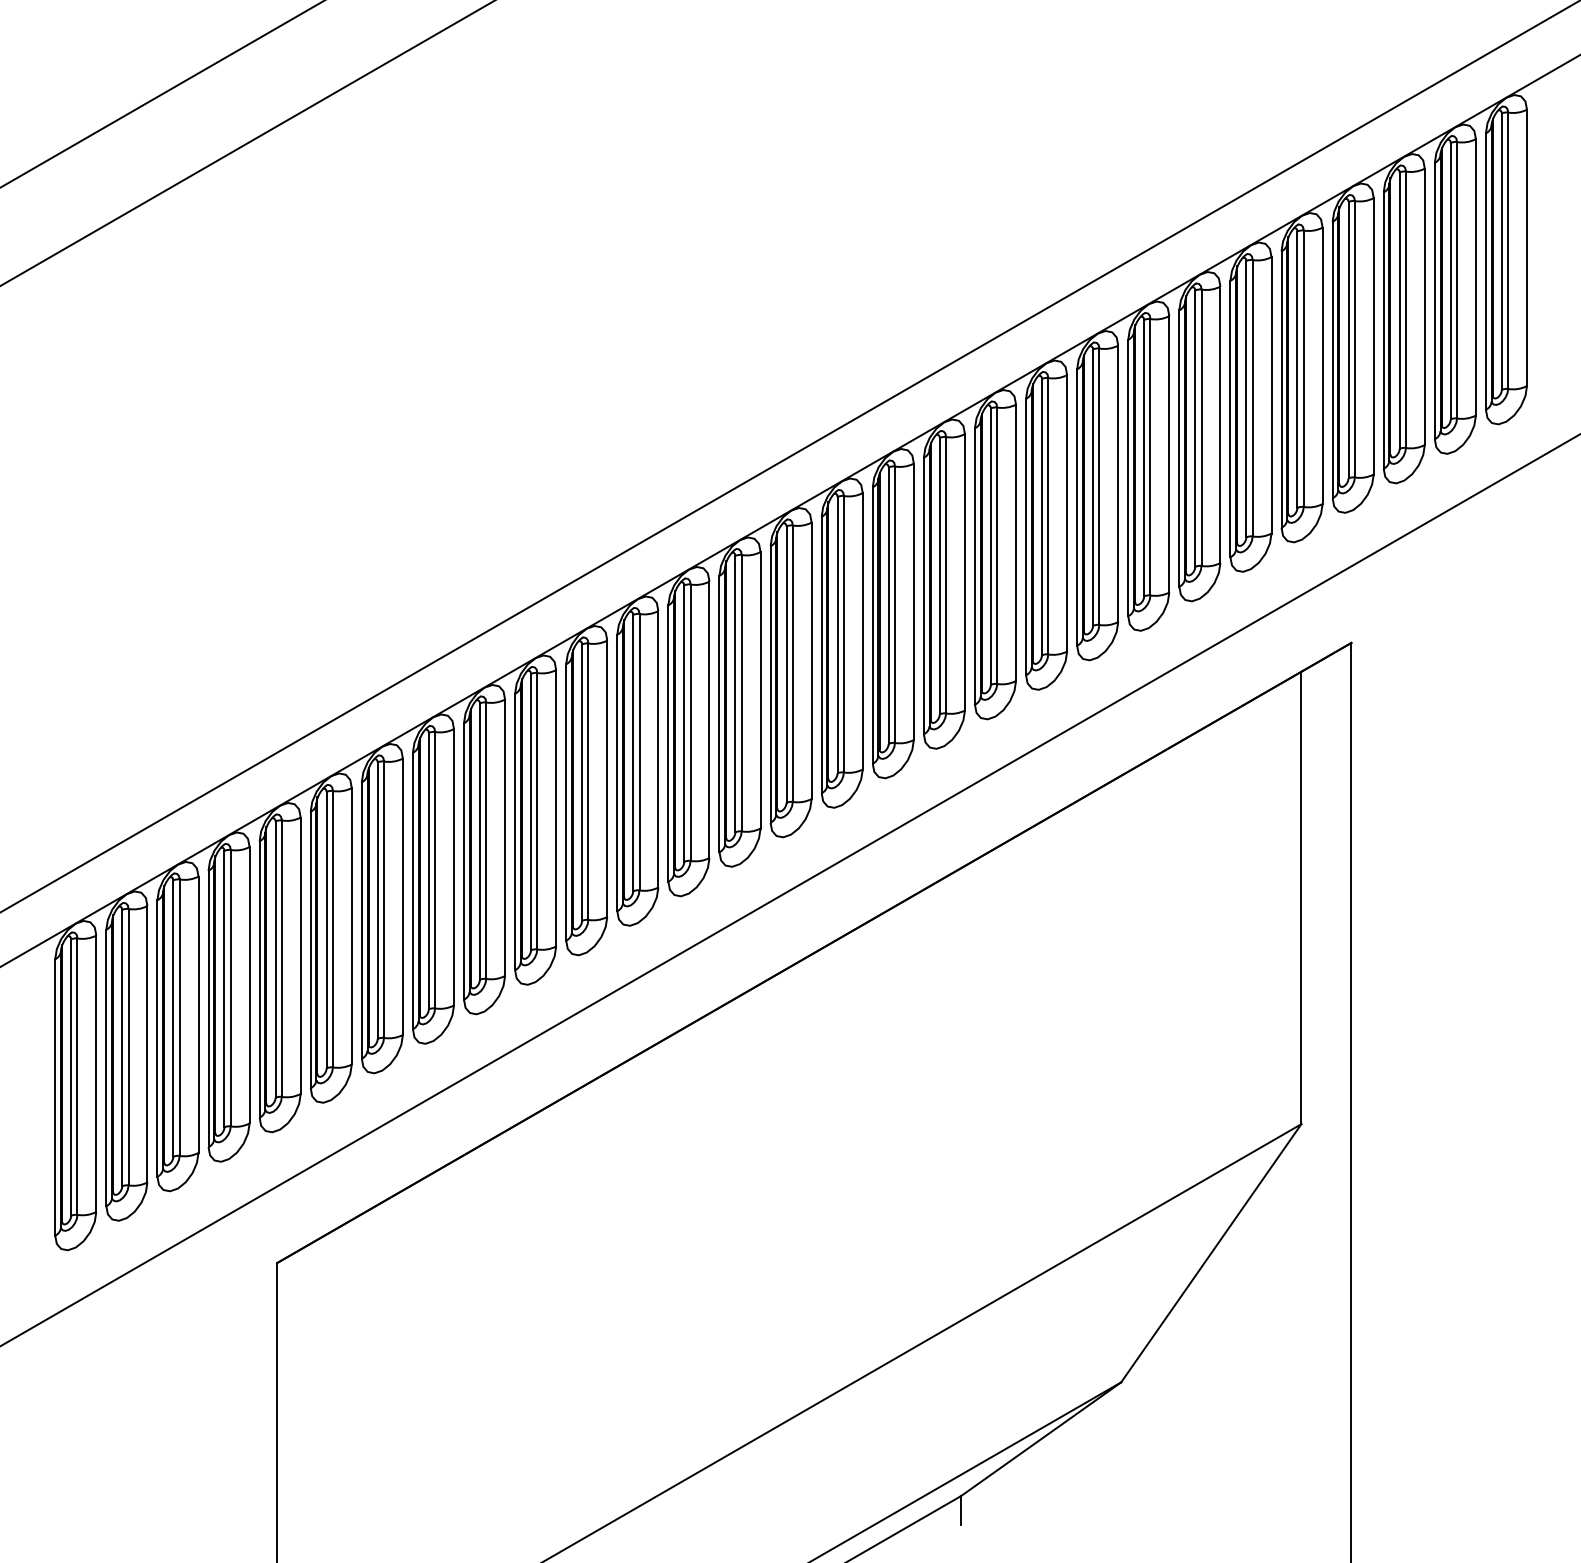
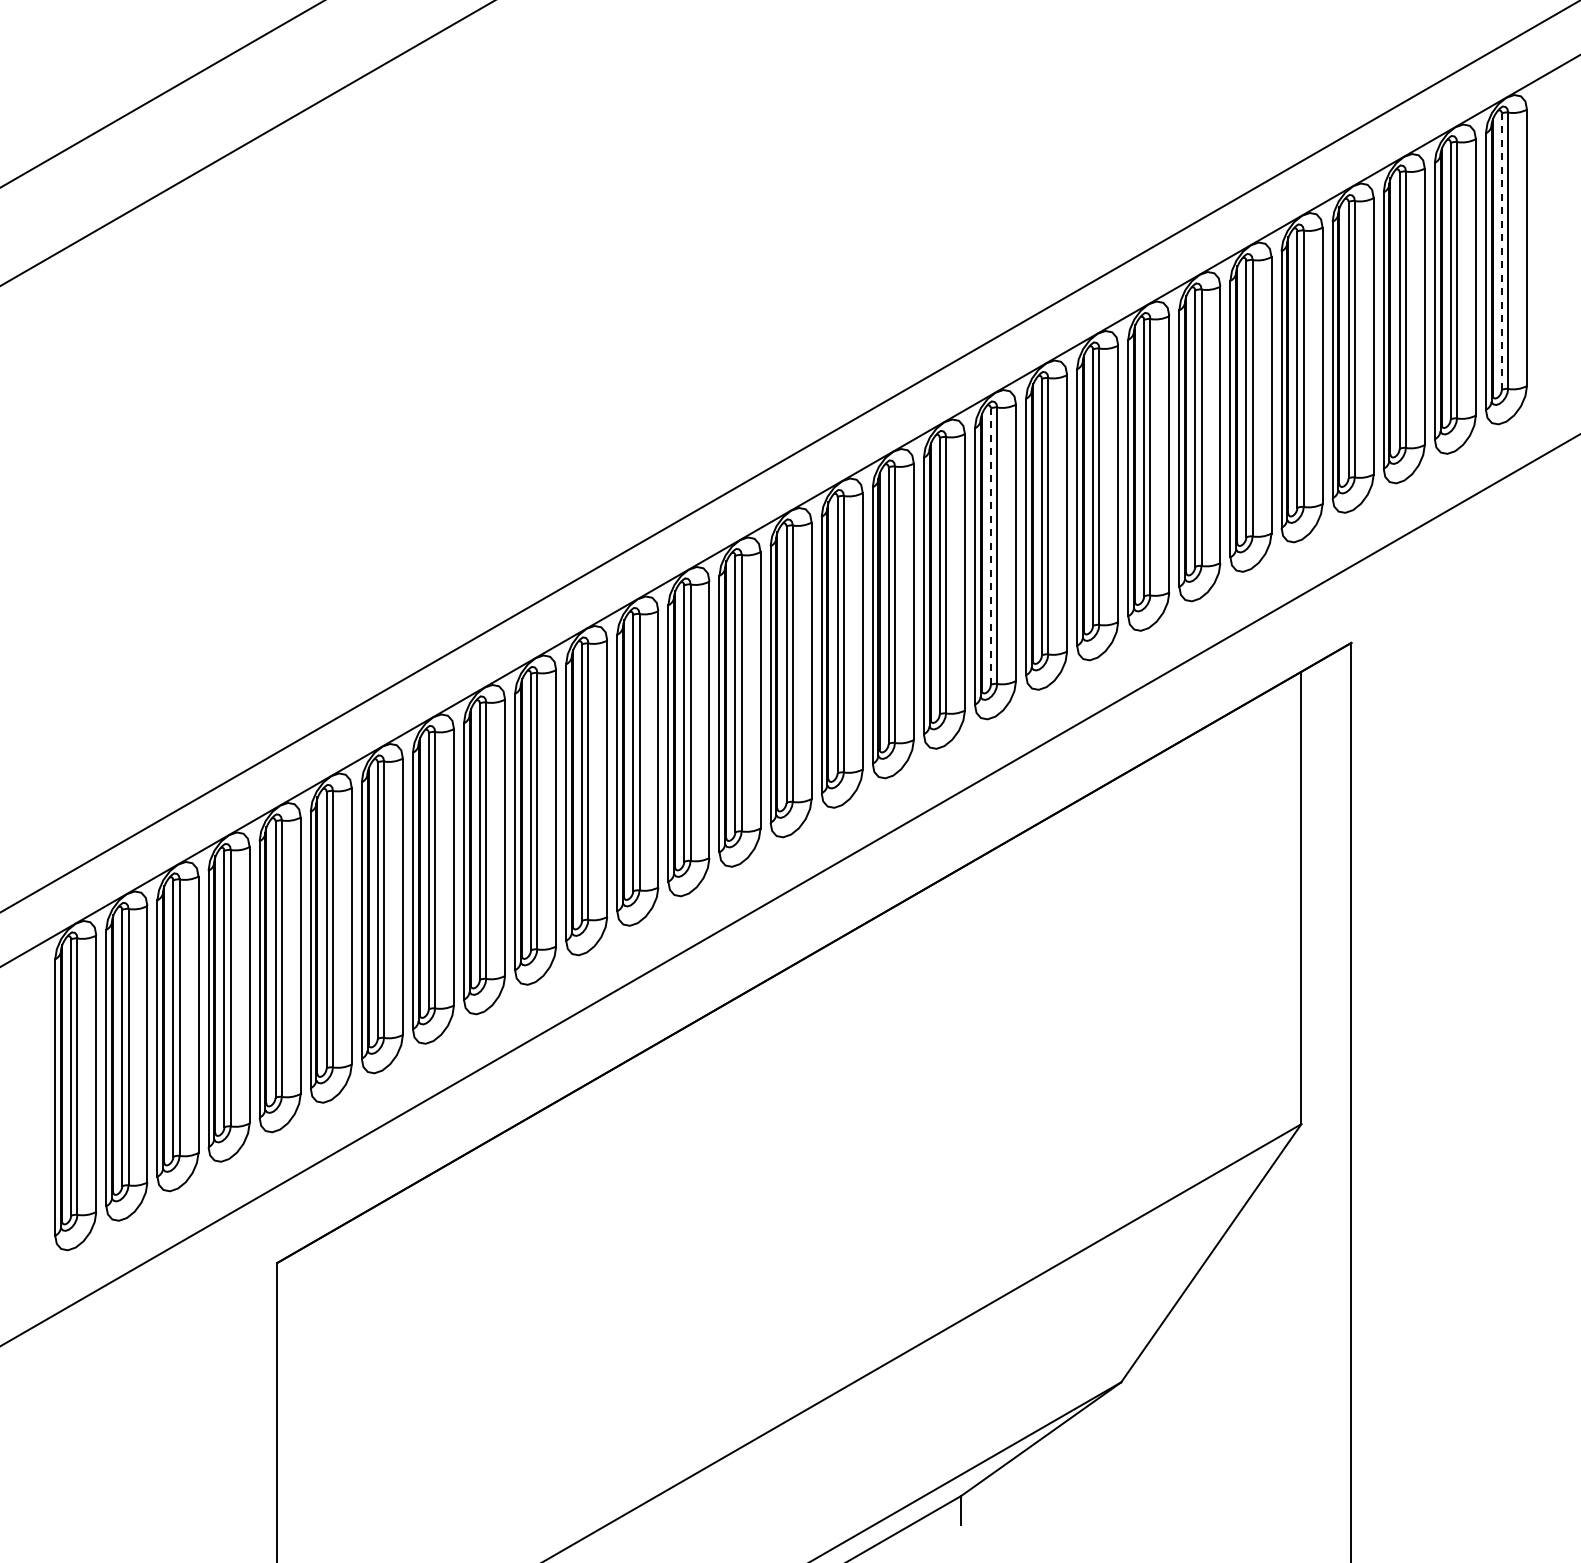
line at (1501, 251): solid -> dashed
line at (990, 546): solid -> dashed
